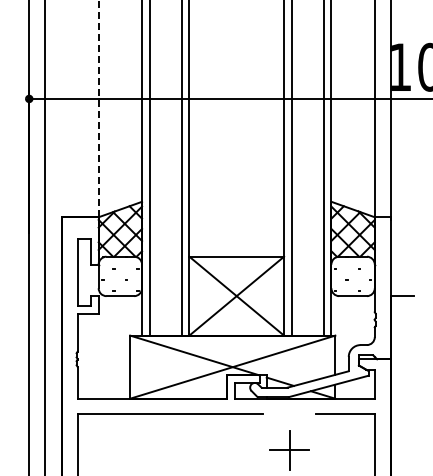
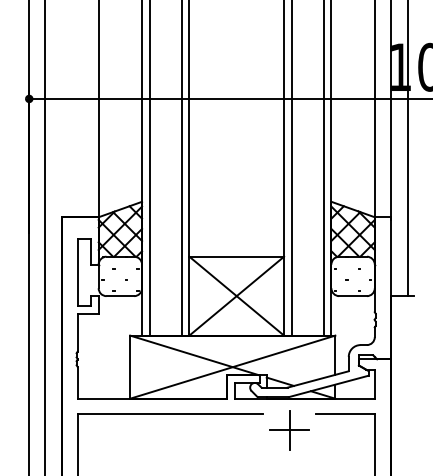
line at (98, 108): dashed -> solid
line at (407, 149): none -> present
part at (289, 450) position: (289, 450) -> (289, 430)
